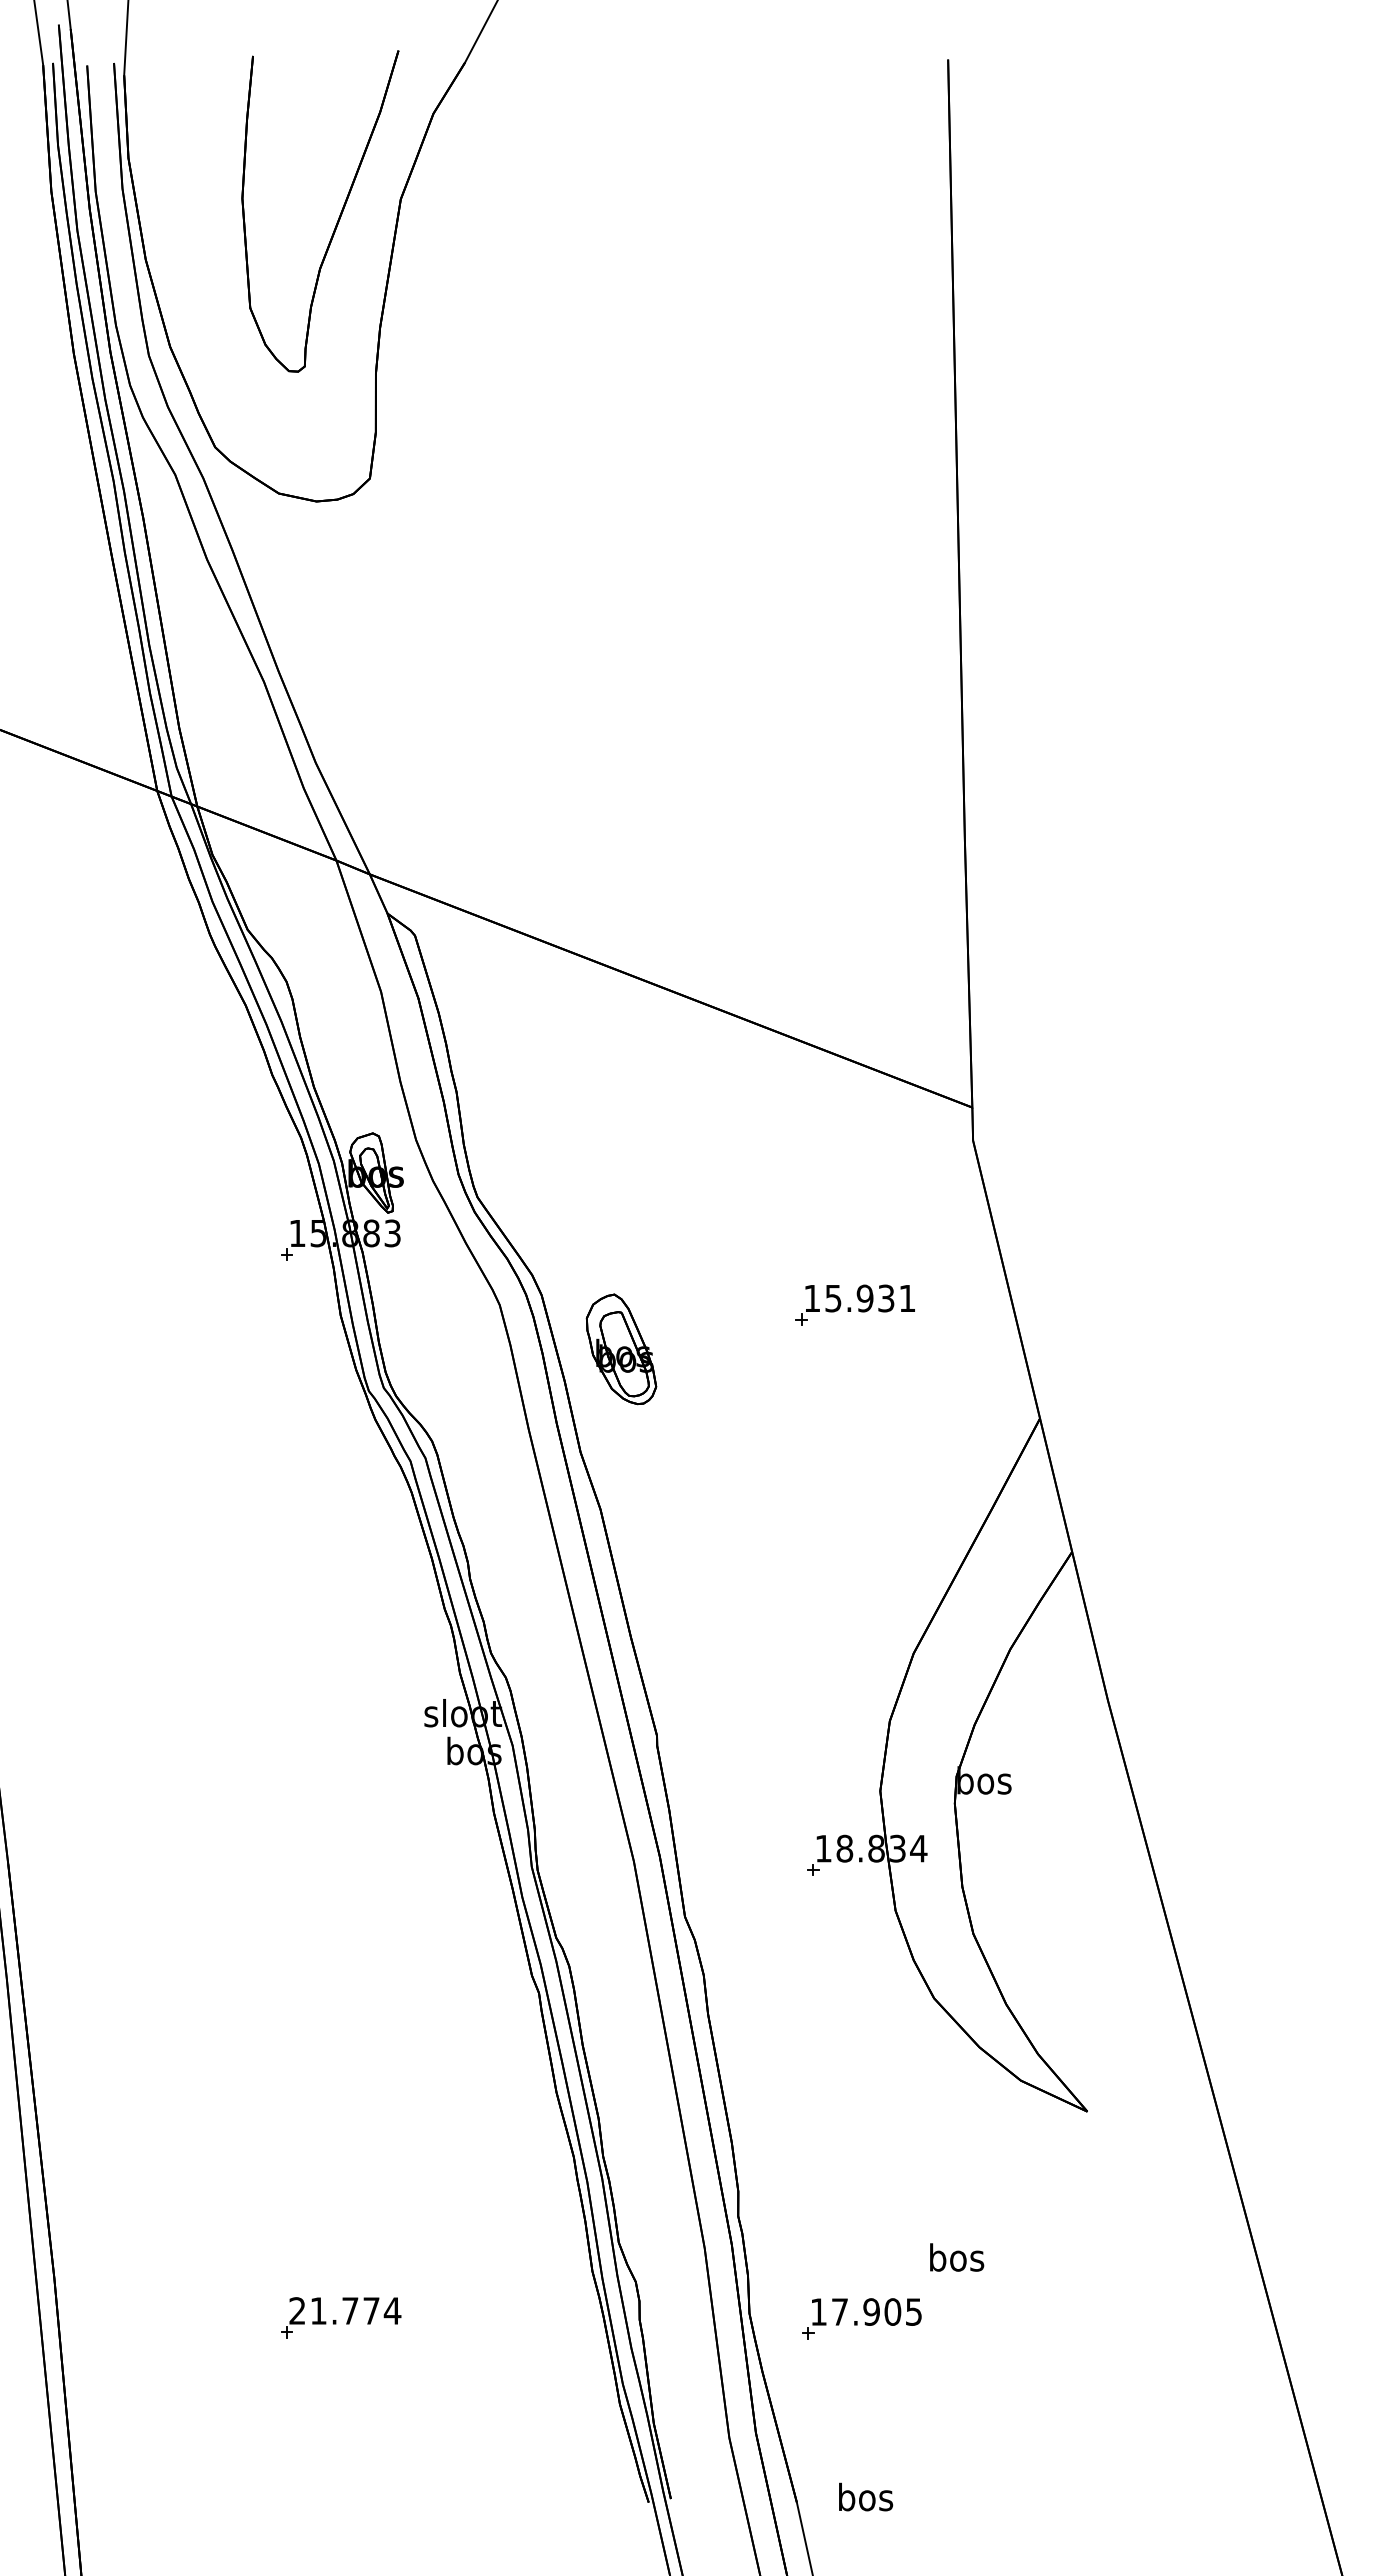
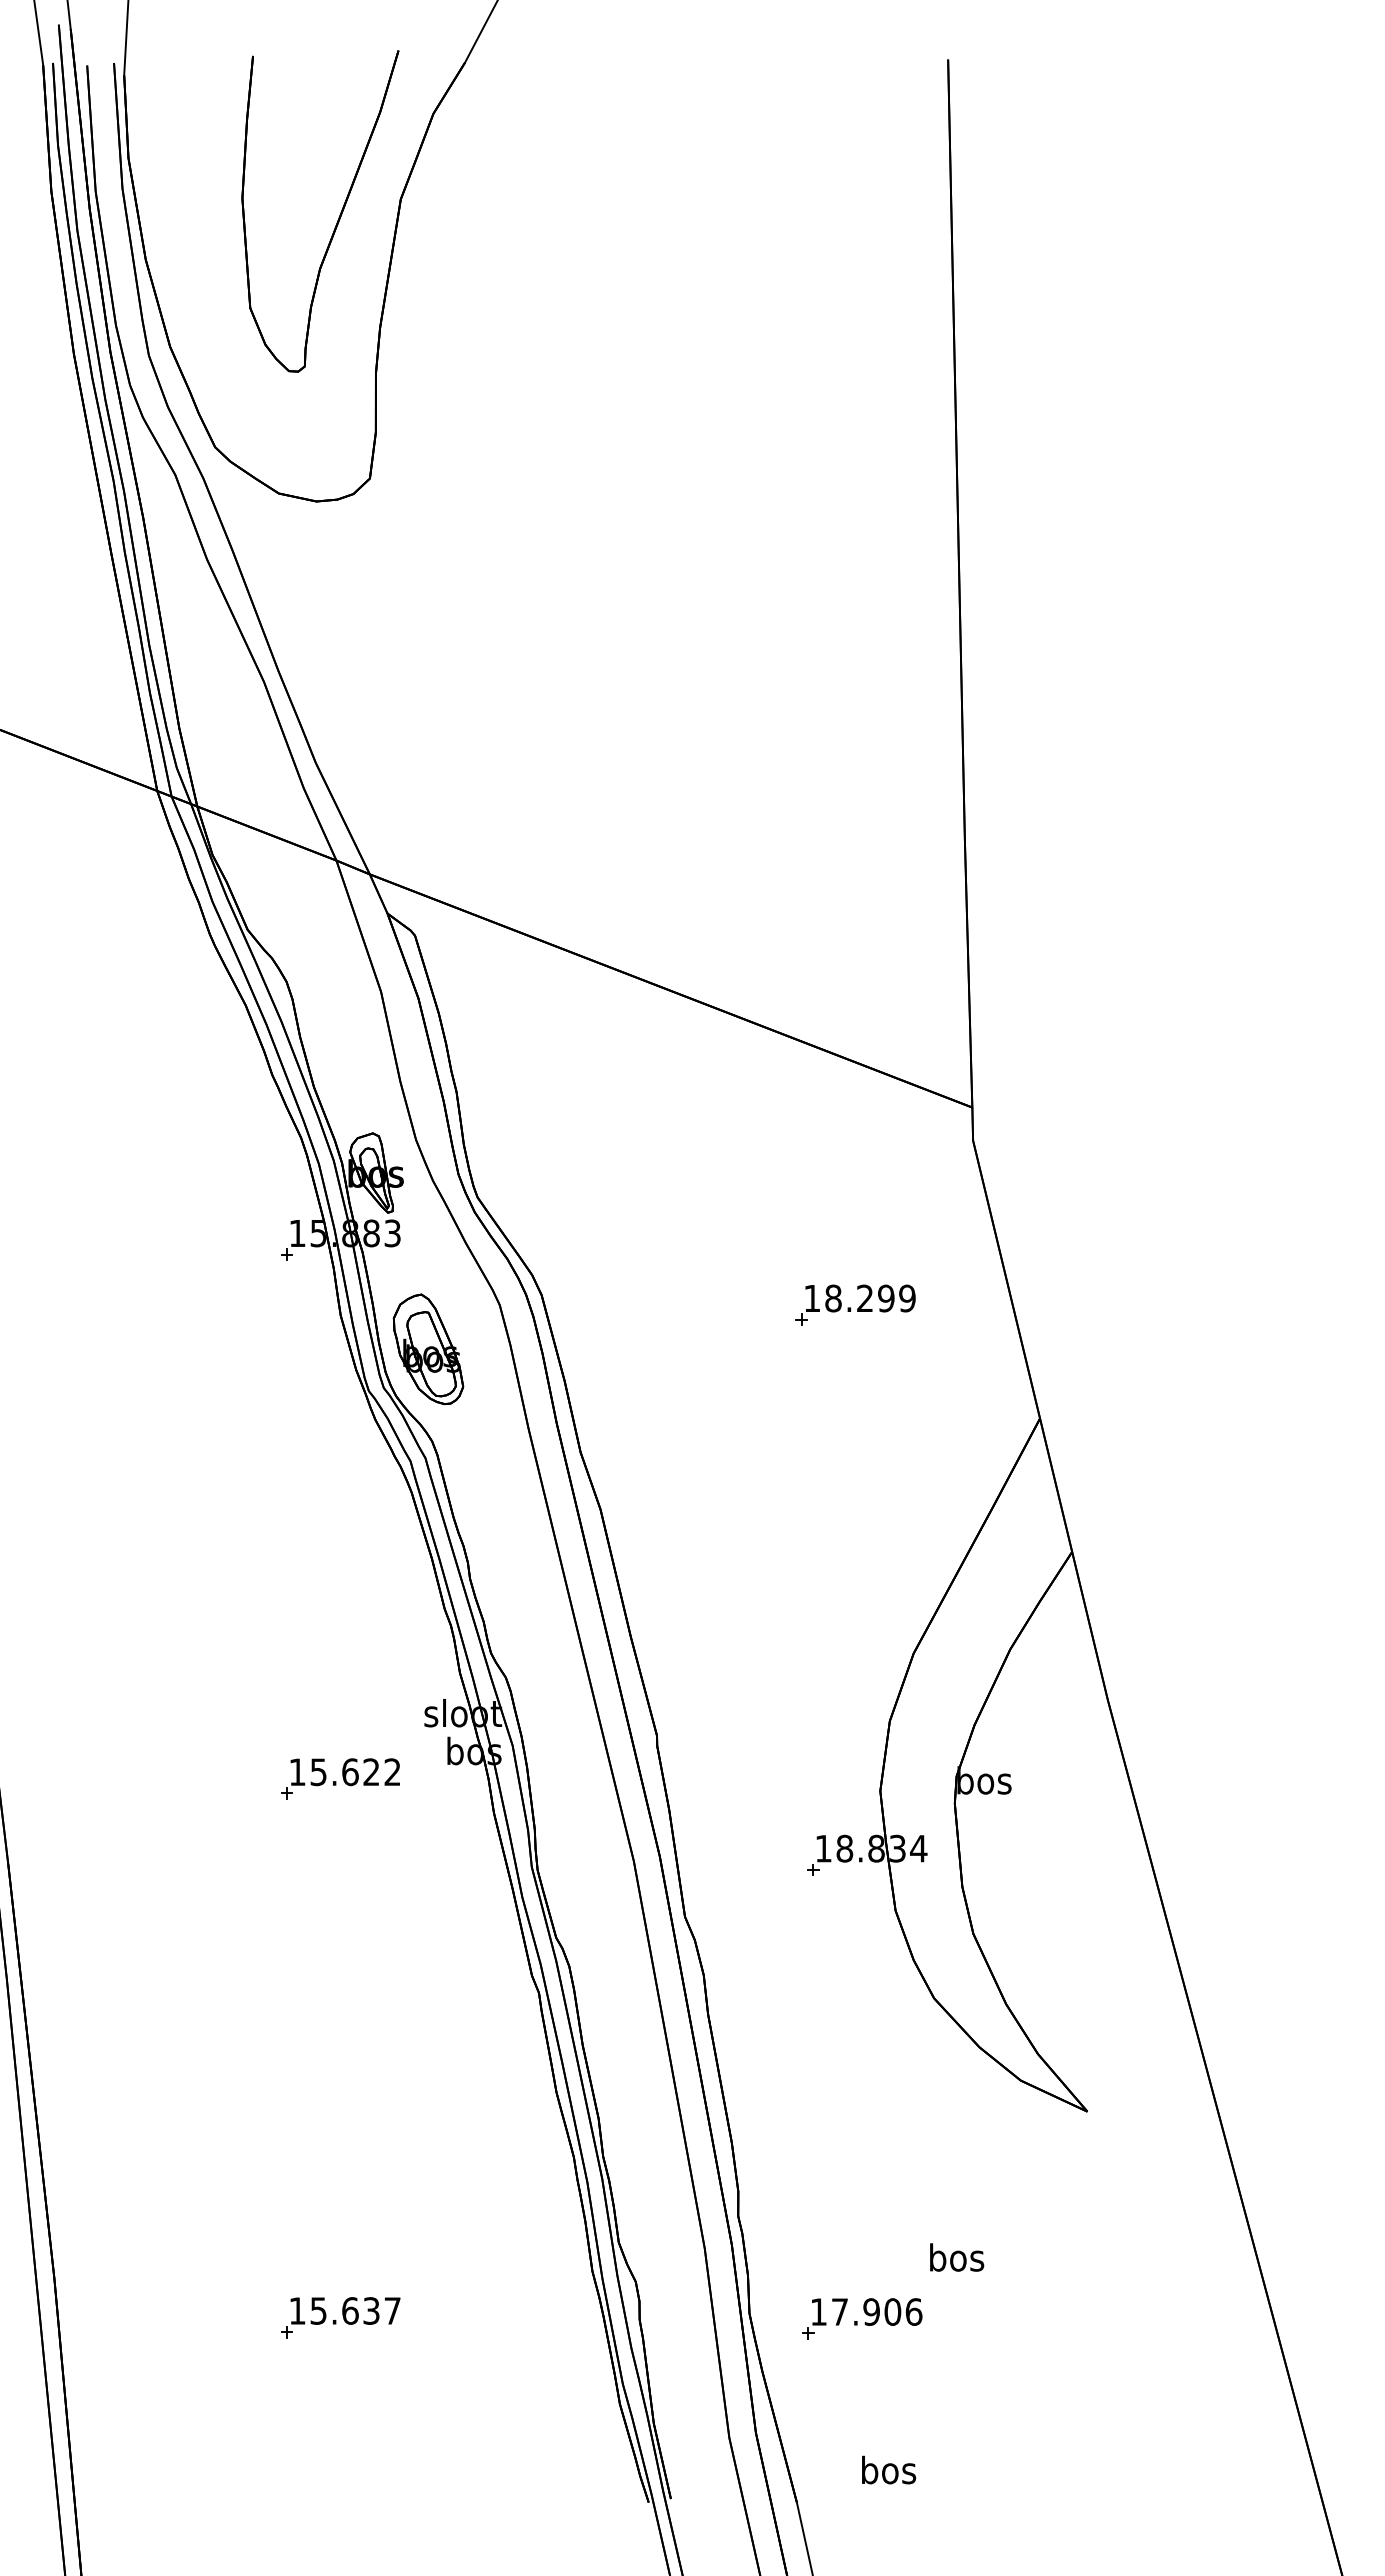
text at (870, 1298): 15.931 -> 18.299
part at (621, 1349) position: (621, 1349) -> (428, 1349)
part at (340, 1778): none -> present
text at (345, 2310): 21.774 -> 15.637
text at (913, 2311): 17.905 -> 17.906
text at (866, 2496) position: (866, 2496) -> (889, 2469)
